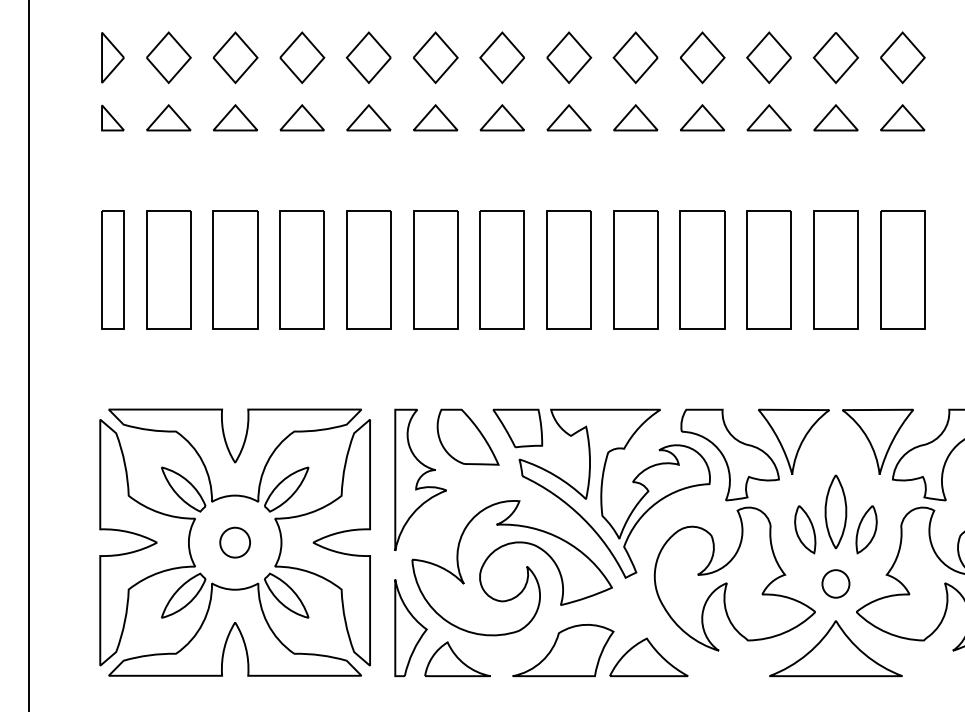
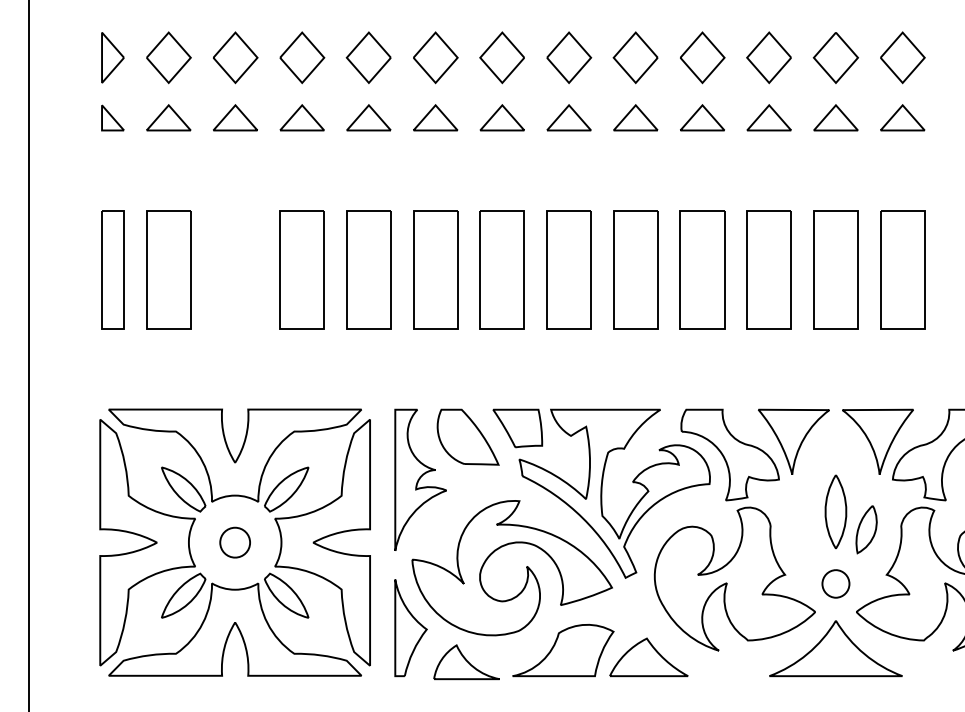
part at (235, 269): present -> none
part at (805, 529): present -> none
part at (457, 659) position: (457, 659) -> (466, 662)
